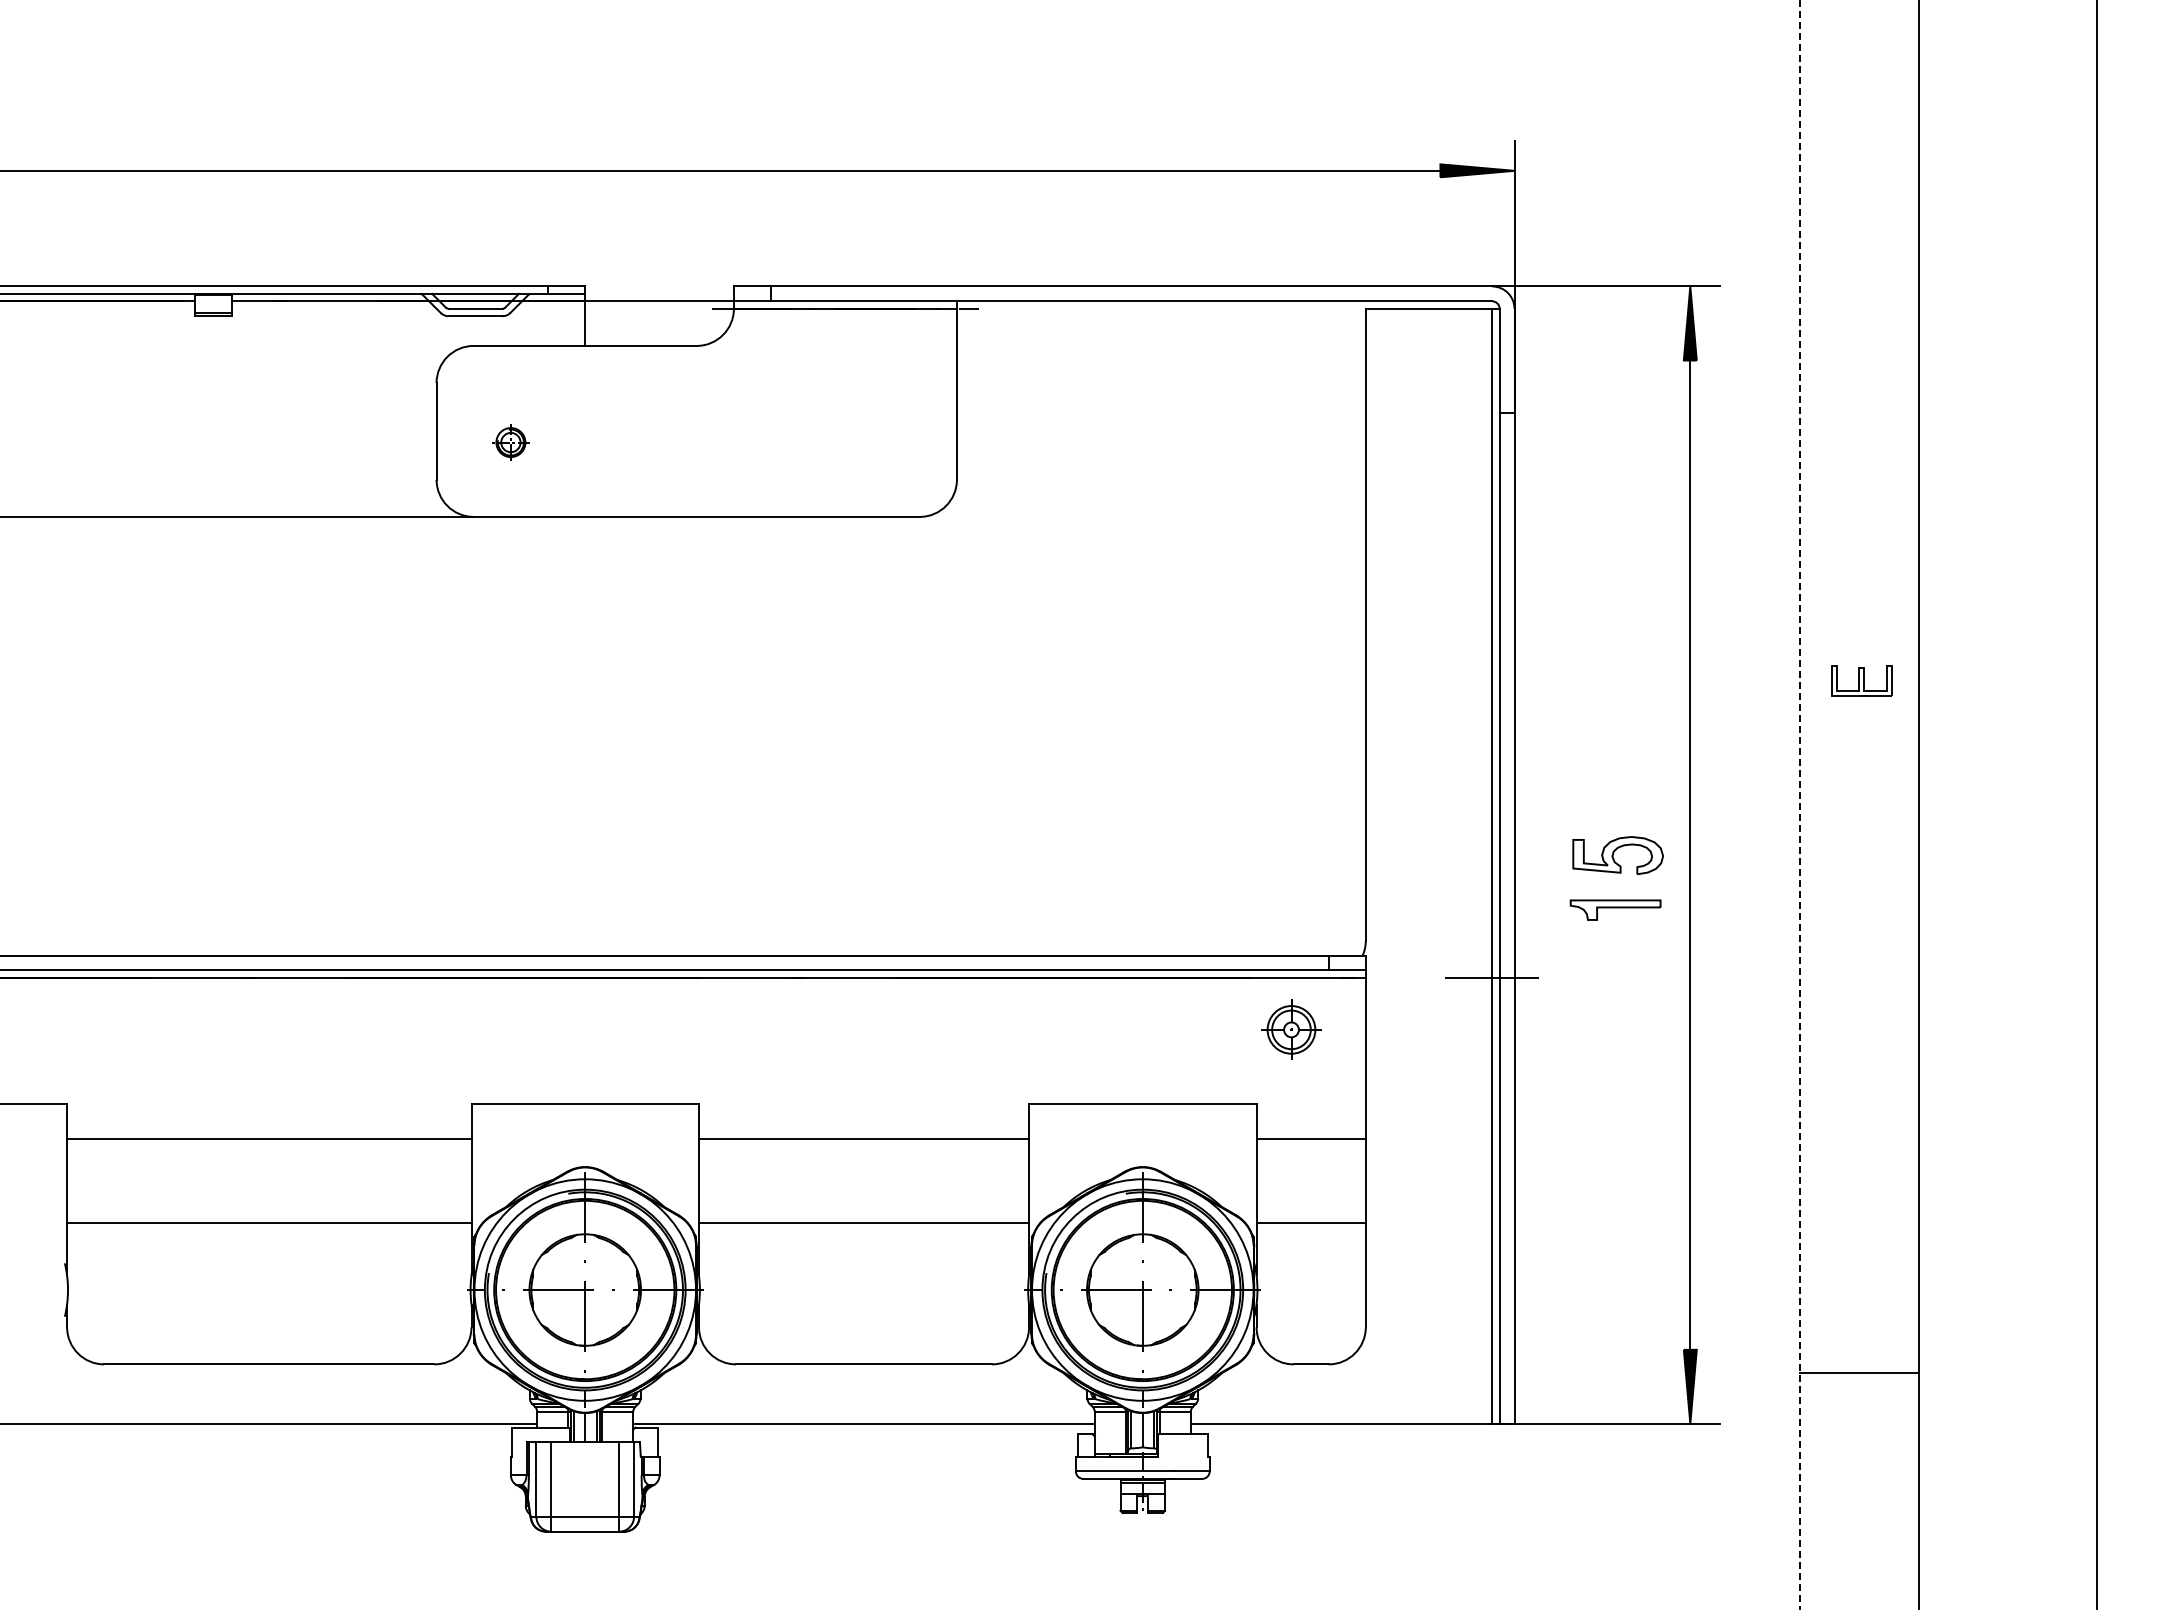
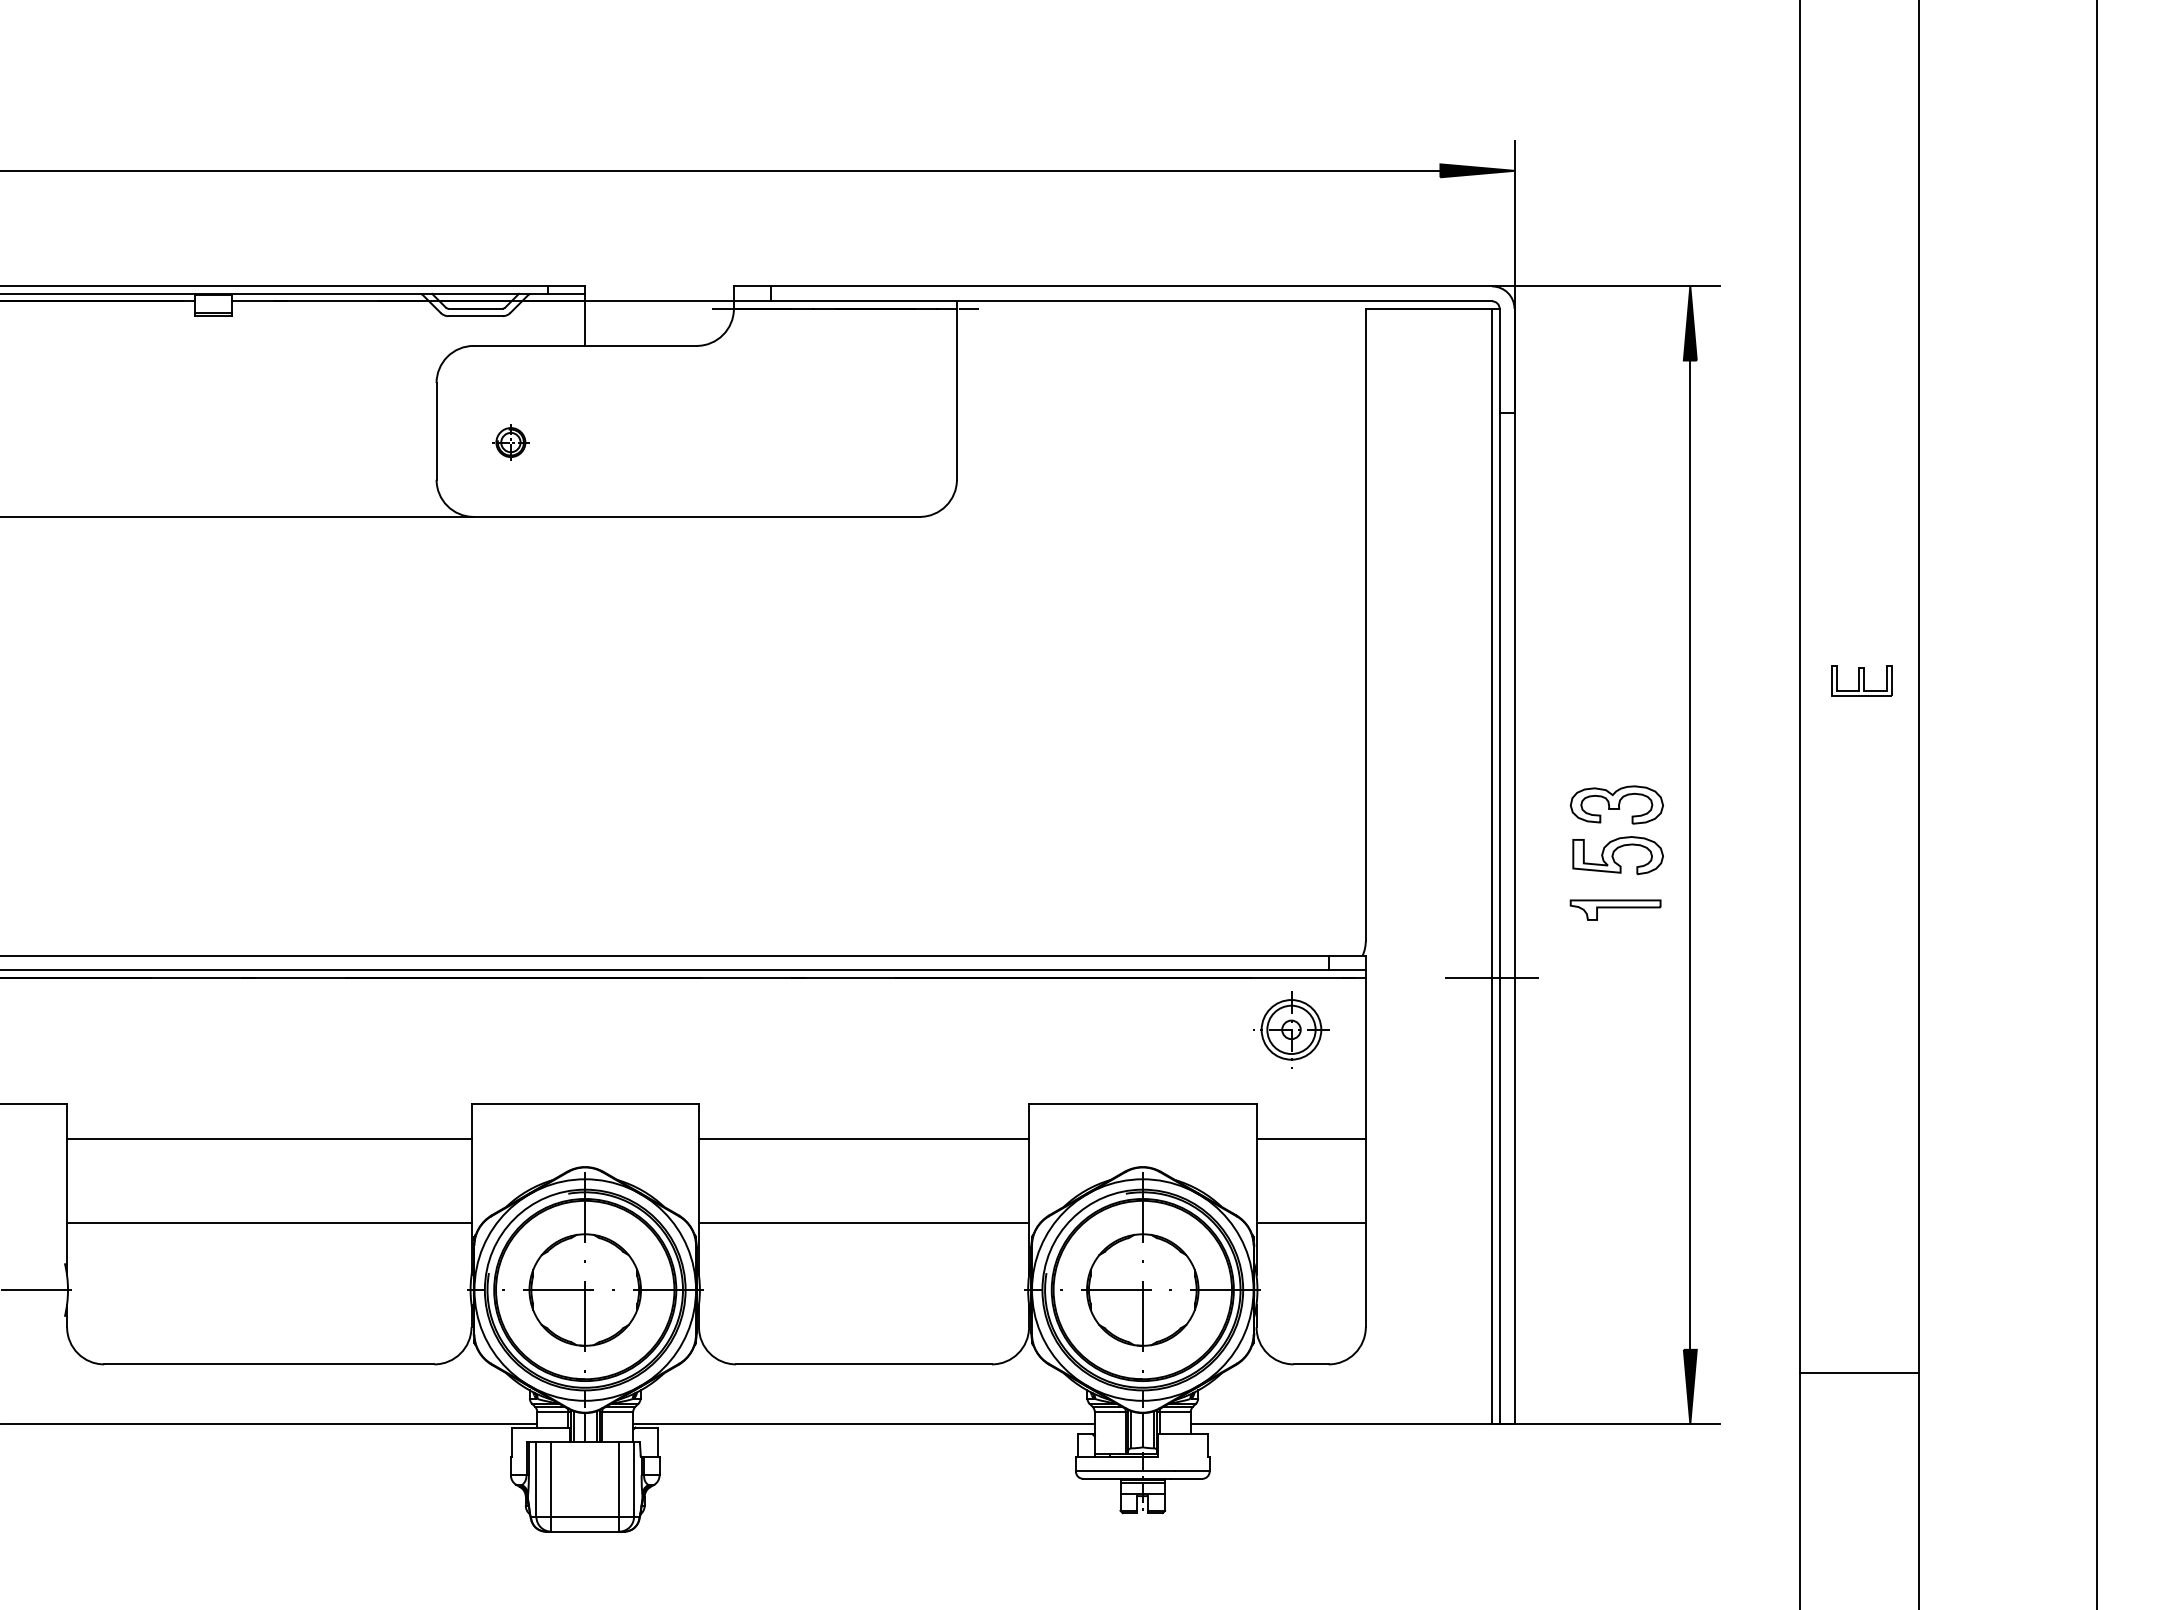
part at (1616, 804): none -> present
line at (1799, 804): dashed -> solid
part at (1291, 1029) size: 61x61 px -> 77x78 px
line at (36, 1290): none -> present
